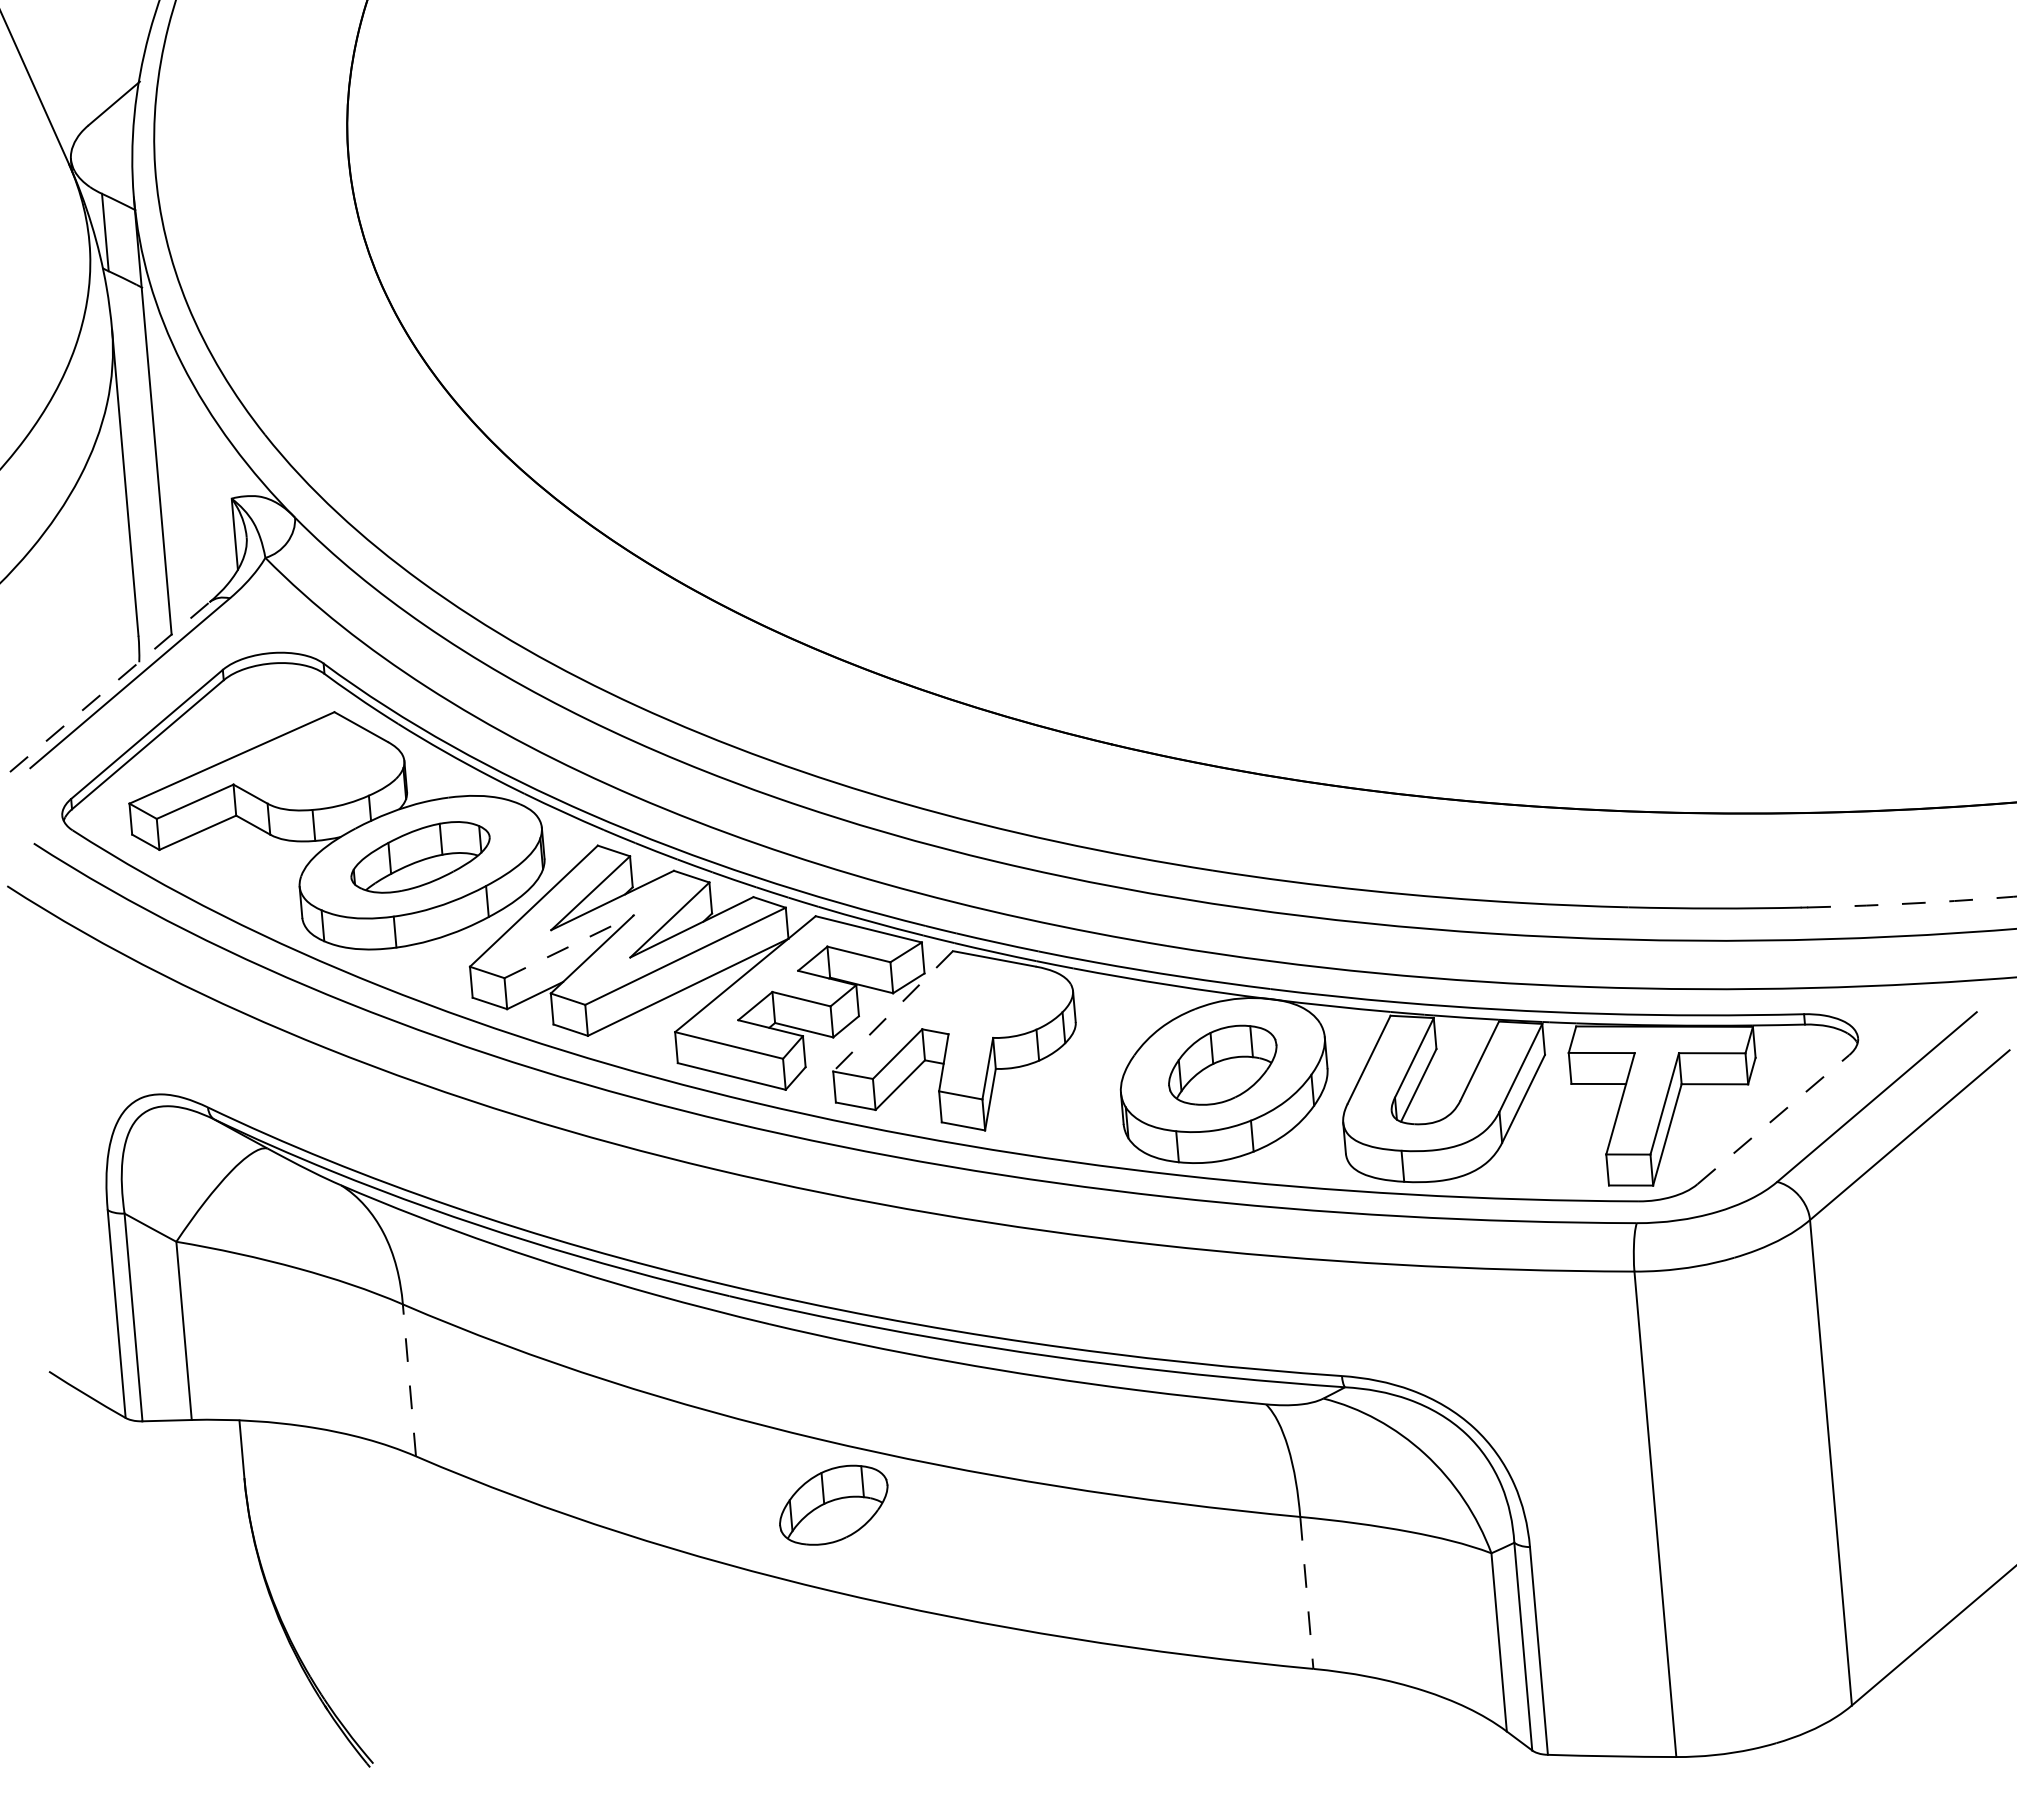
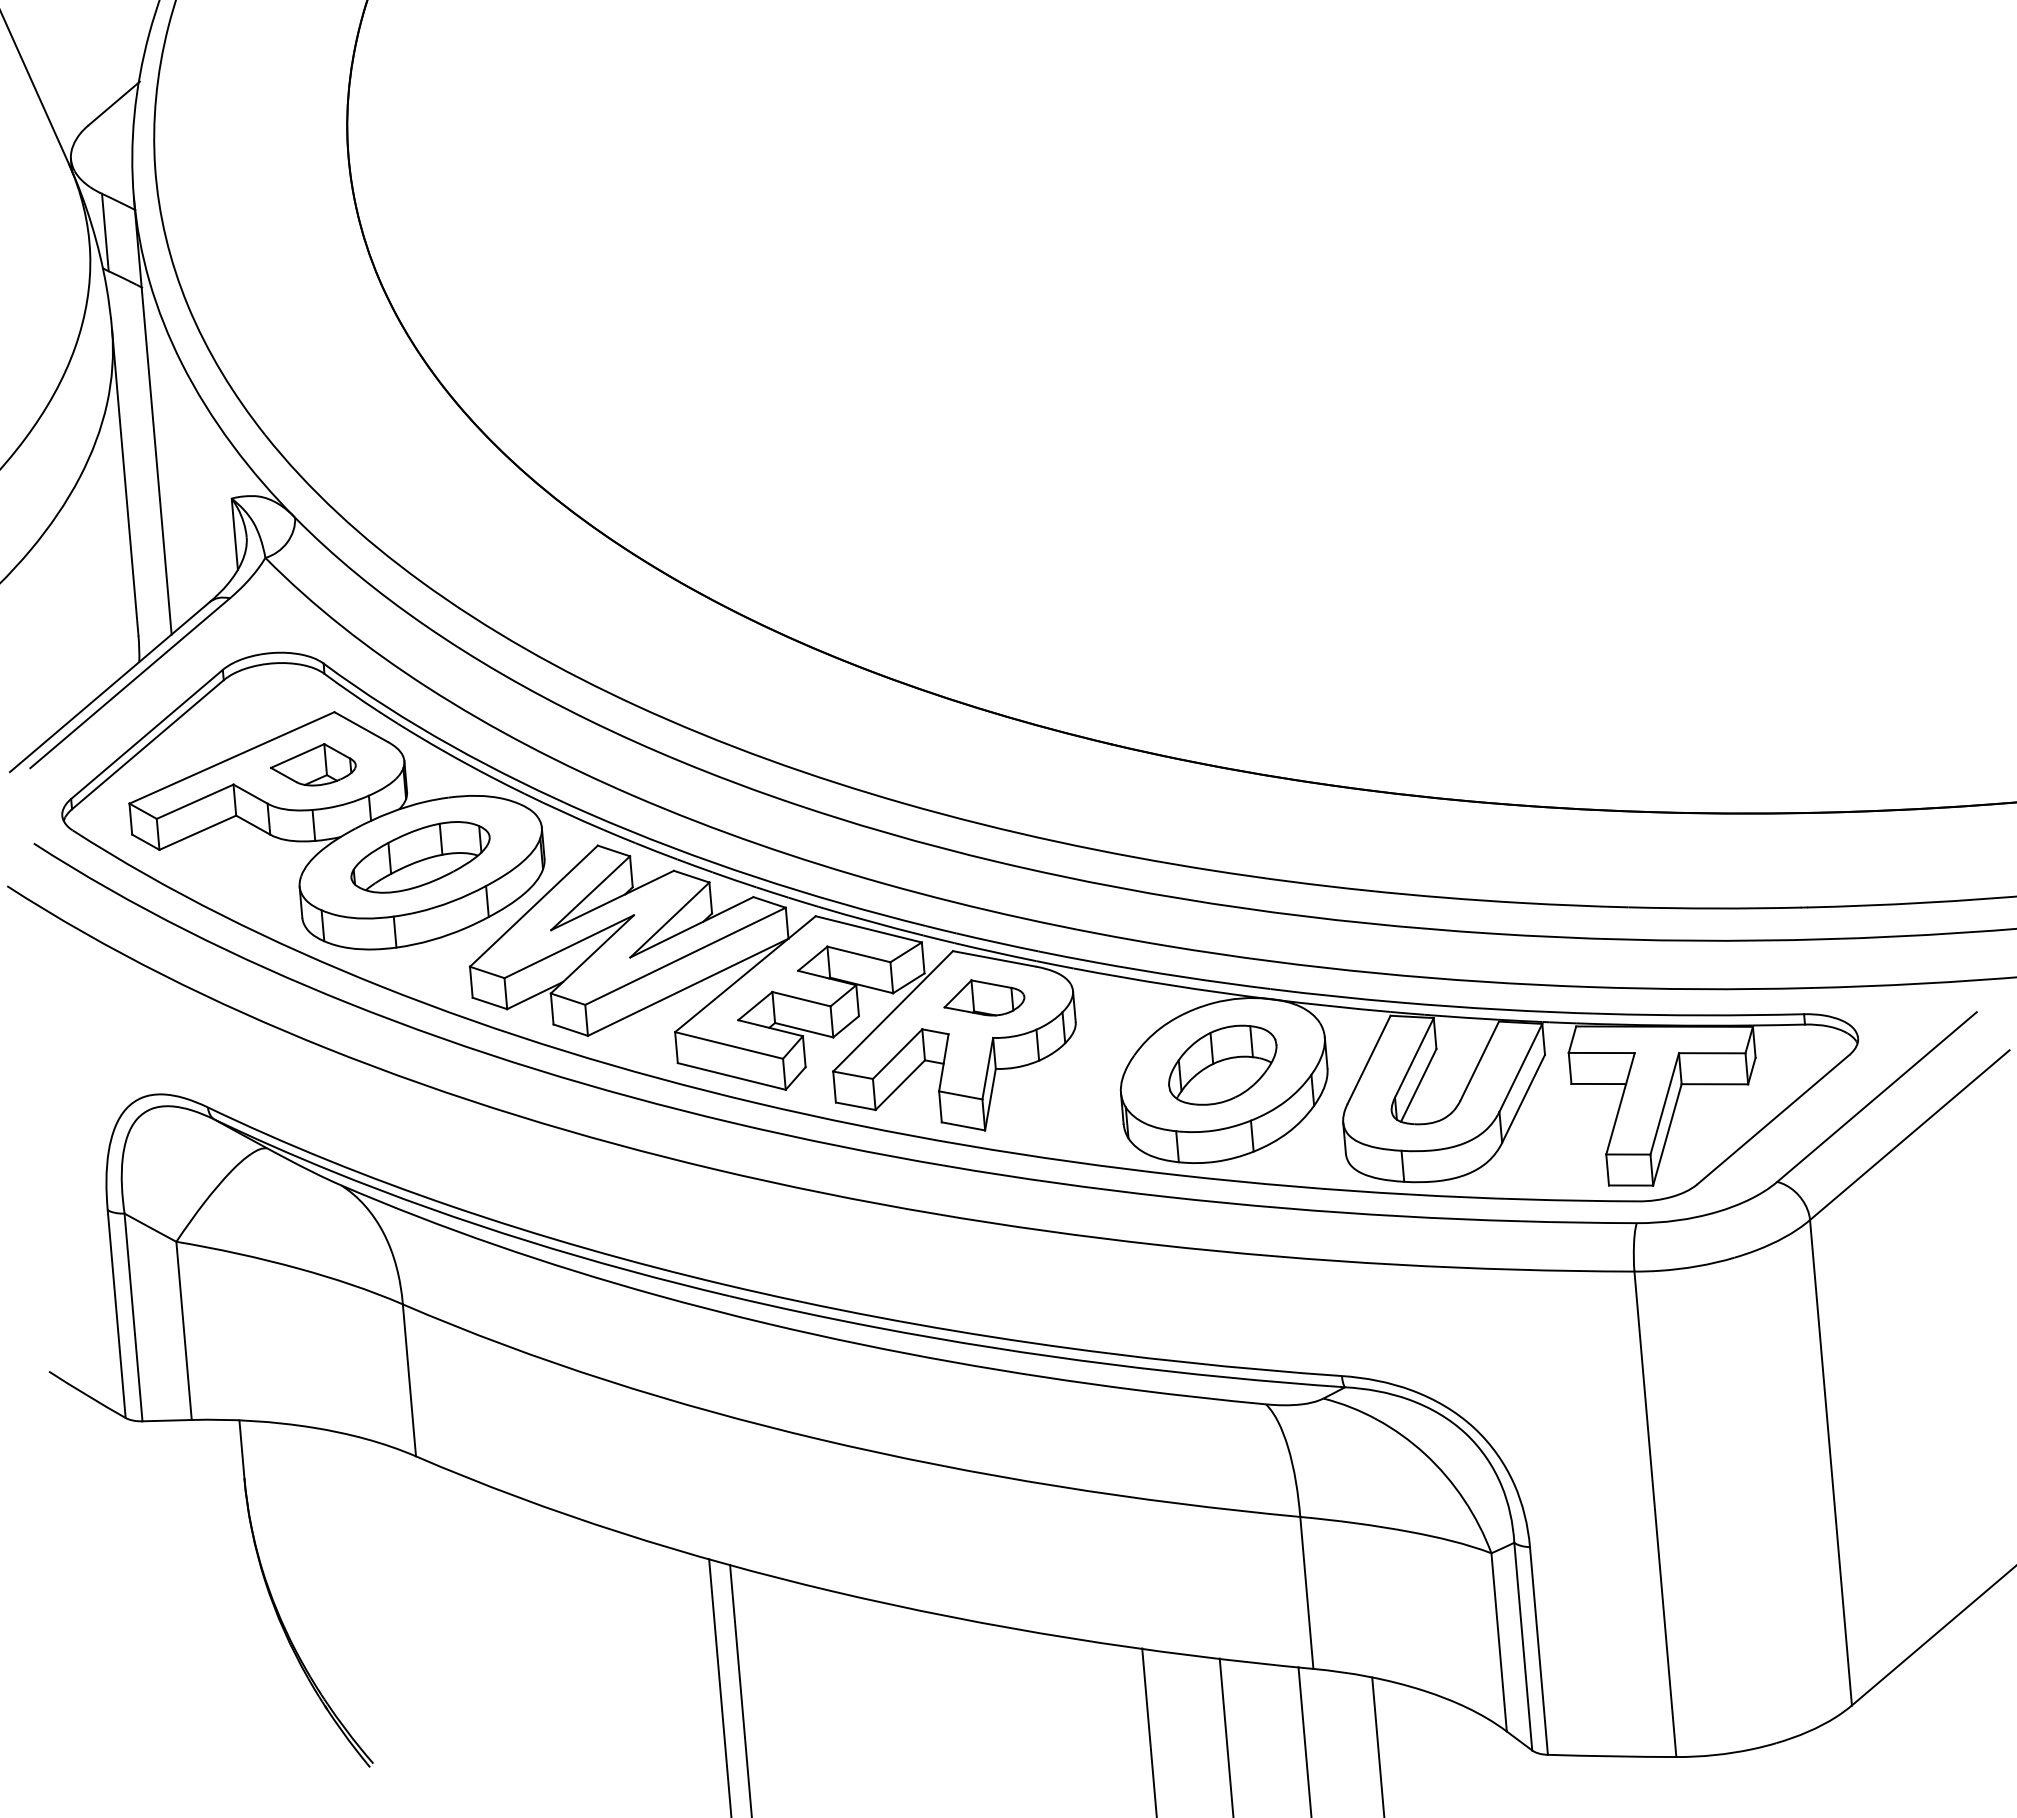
line at (110, 686): dashed -> solid
part at (313, 764): none -> present
arc at (1913, 903): dashed -> solid
line at (569, 946): dashed -> solid
part at (984, 997): none -> present
line at (893, 1011): dashed -> solid
line at (1773, 1119): dashed -> solid
line at (409, 1379): dashed -> solid
part at (833, 1504): present -> none
line at (1306, 1593): dashed -> solid
line at (720, 1686): none -> present
line at (740, 1689): none -> present
line at (1149, 1731): none -> present
line at (1226, 1736): none -> present
line at (1304, 1740): none -> present
line at (1378, 1745): none -> present
